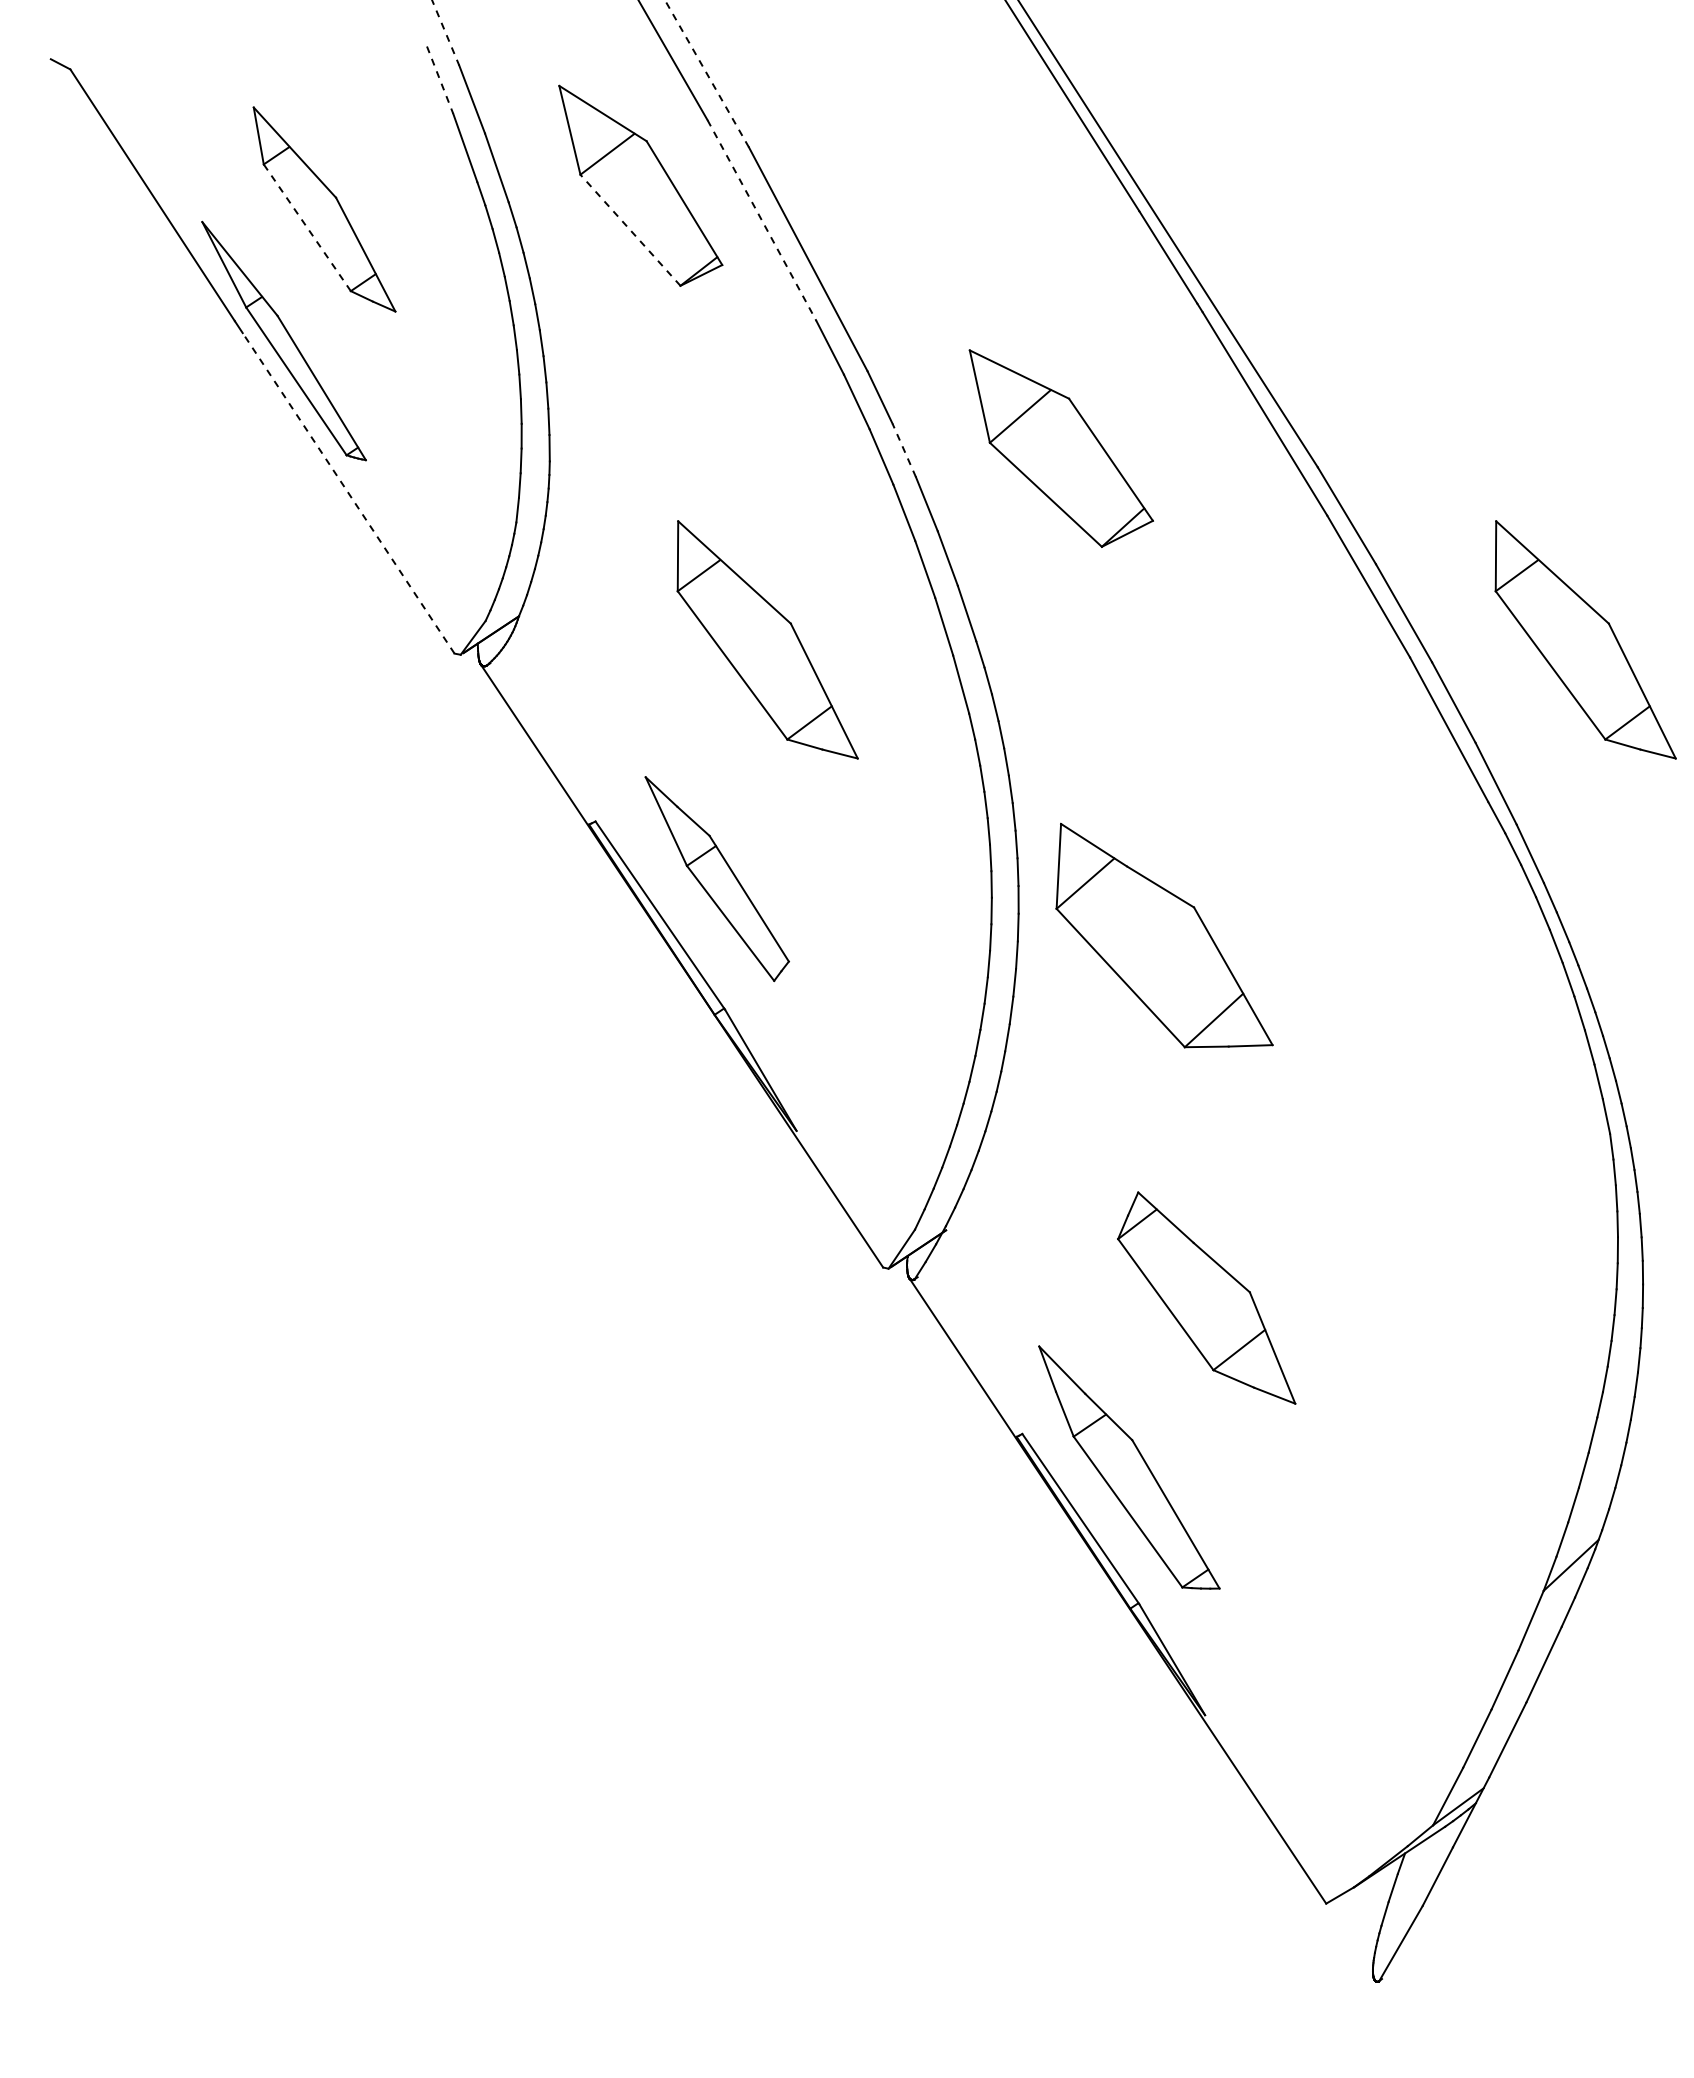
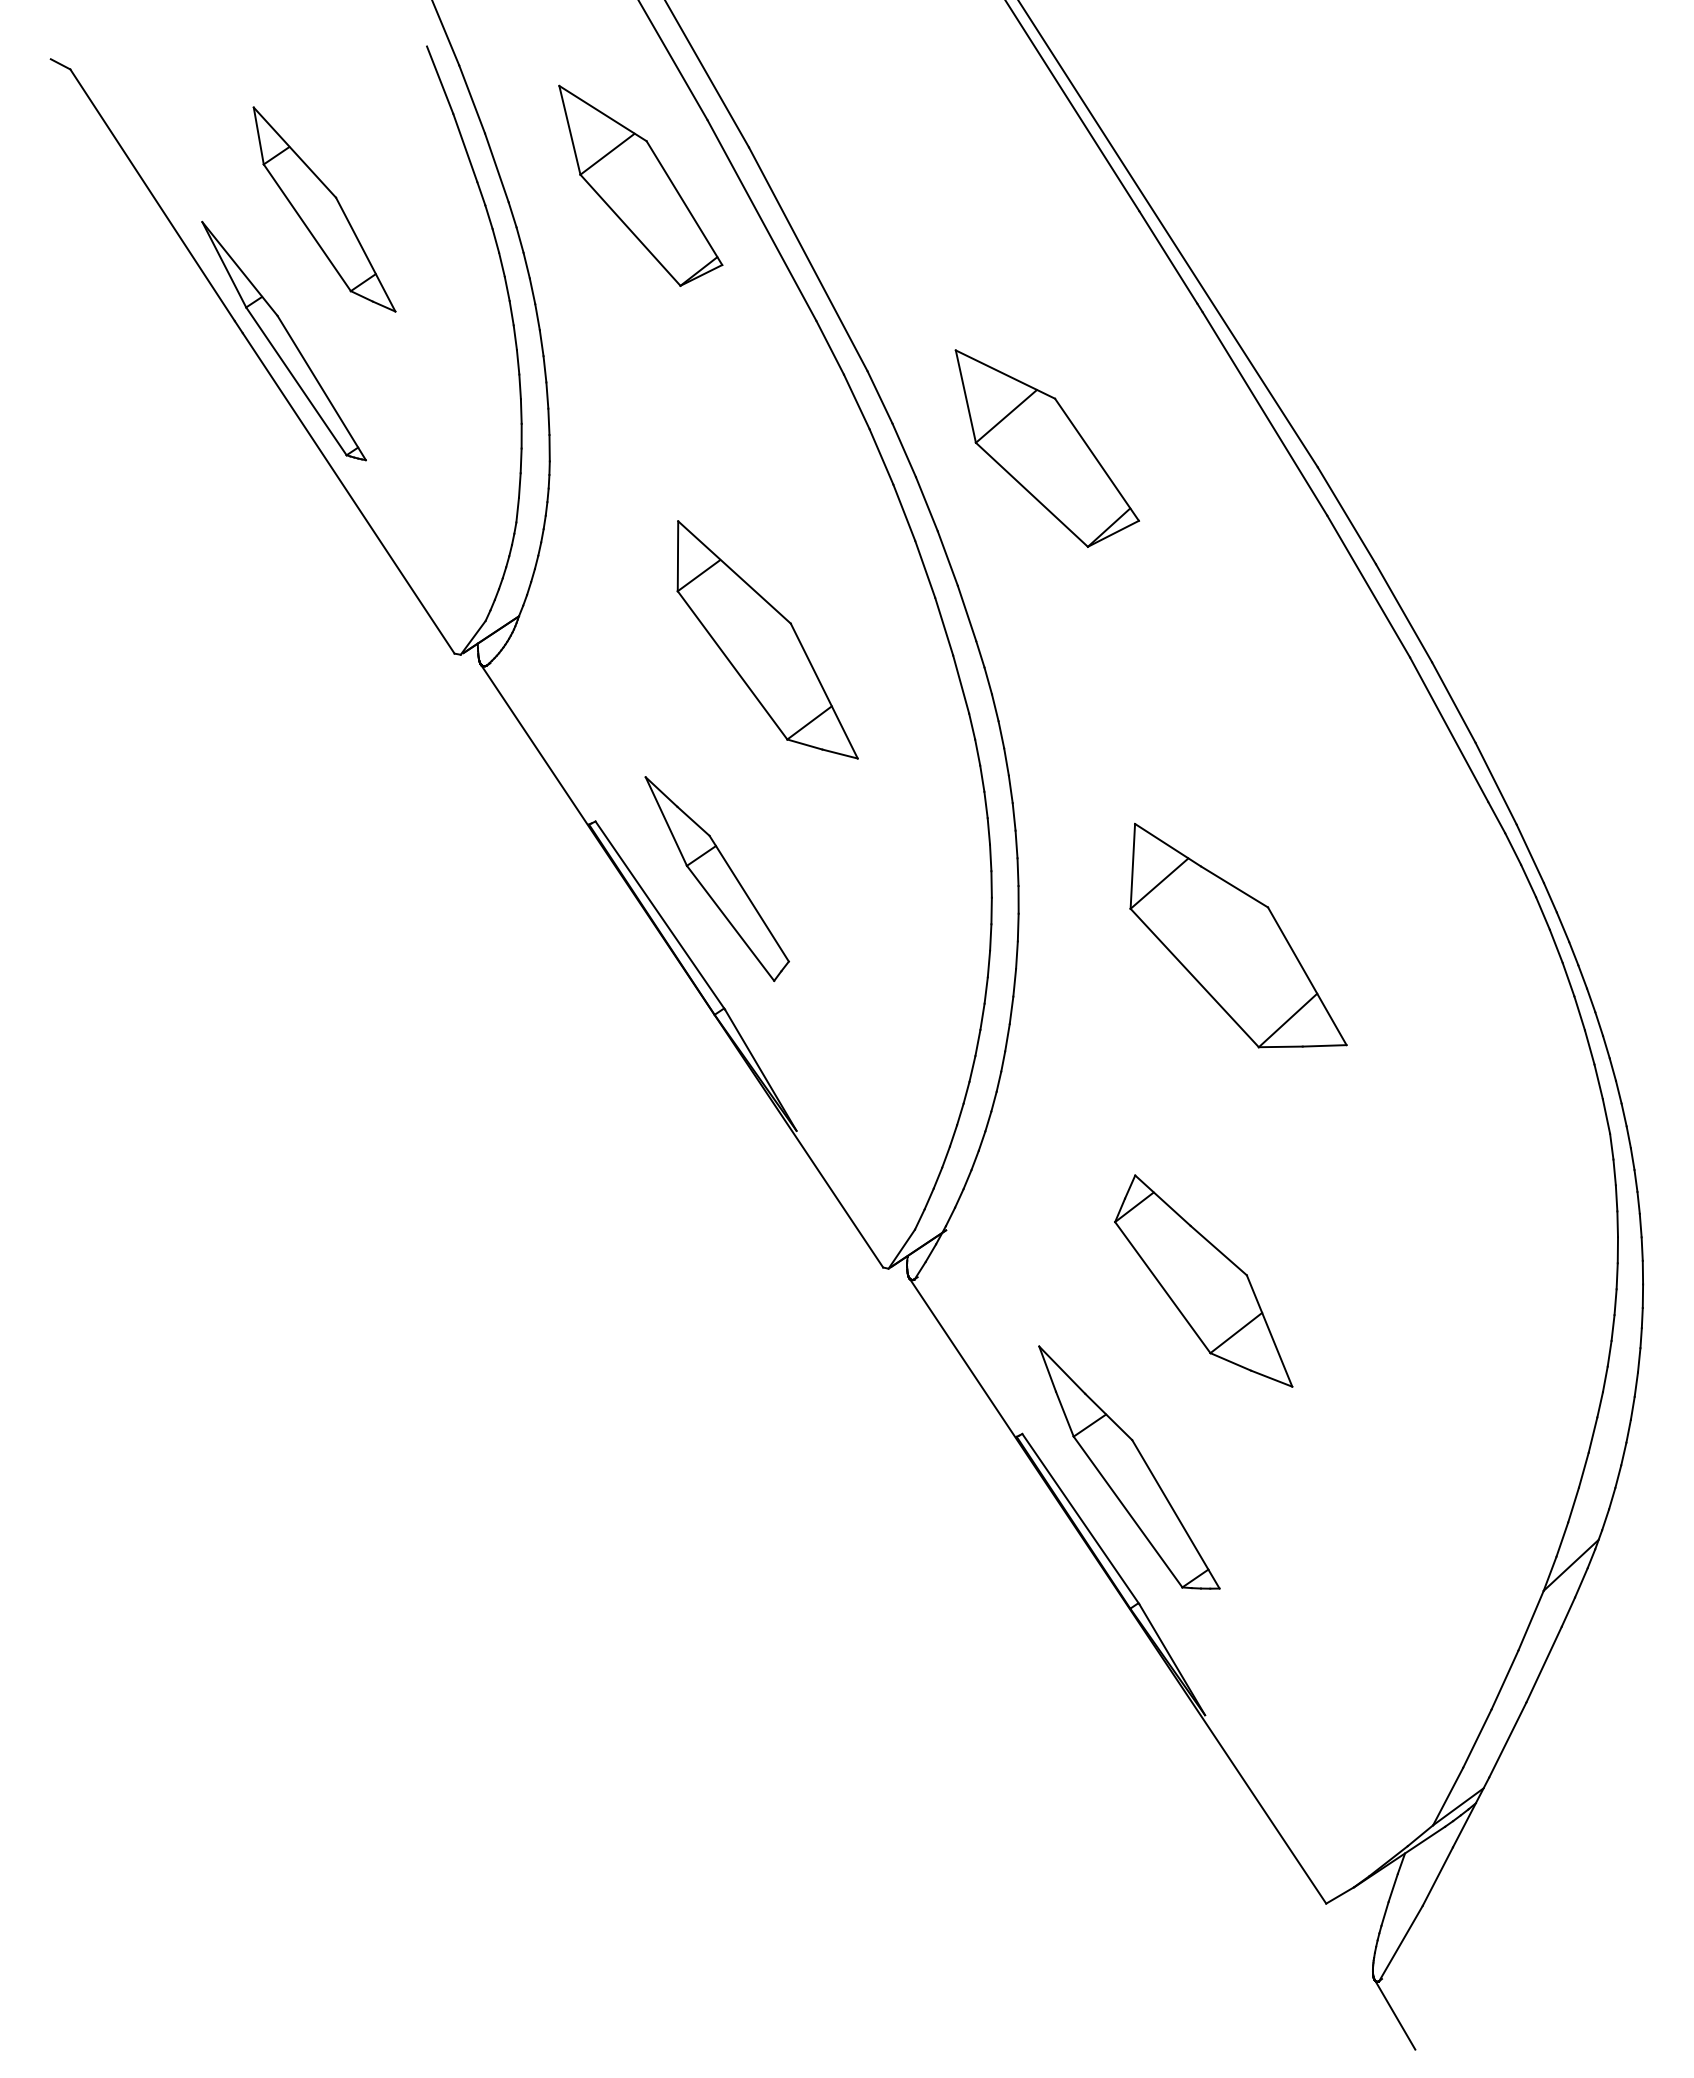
line at (445, 33): dashed -> solid
line at (707, 73): dashed -> solid
line at (440, 80): dashed -> solid
line at (762, 220): dashed -> solid
line at (307, 227): dashed -> solid
line at (630, 230): dashed -> solid
part at (1060, 448) position: (1060, 448) -> (1046, 448)
line at (904, 450): dashed -> solid
line at (348, 492): dashed -> solid
part at (1585, 639): present -> none
part at (1164, 935) position: (1164, 935) -> (1238, 935)
part at (1206, 1297) position: (1206, 1297) -> (1203, 1280)
line at (1395, 2014): none -> present
